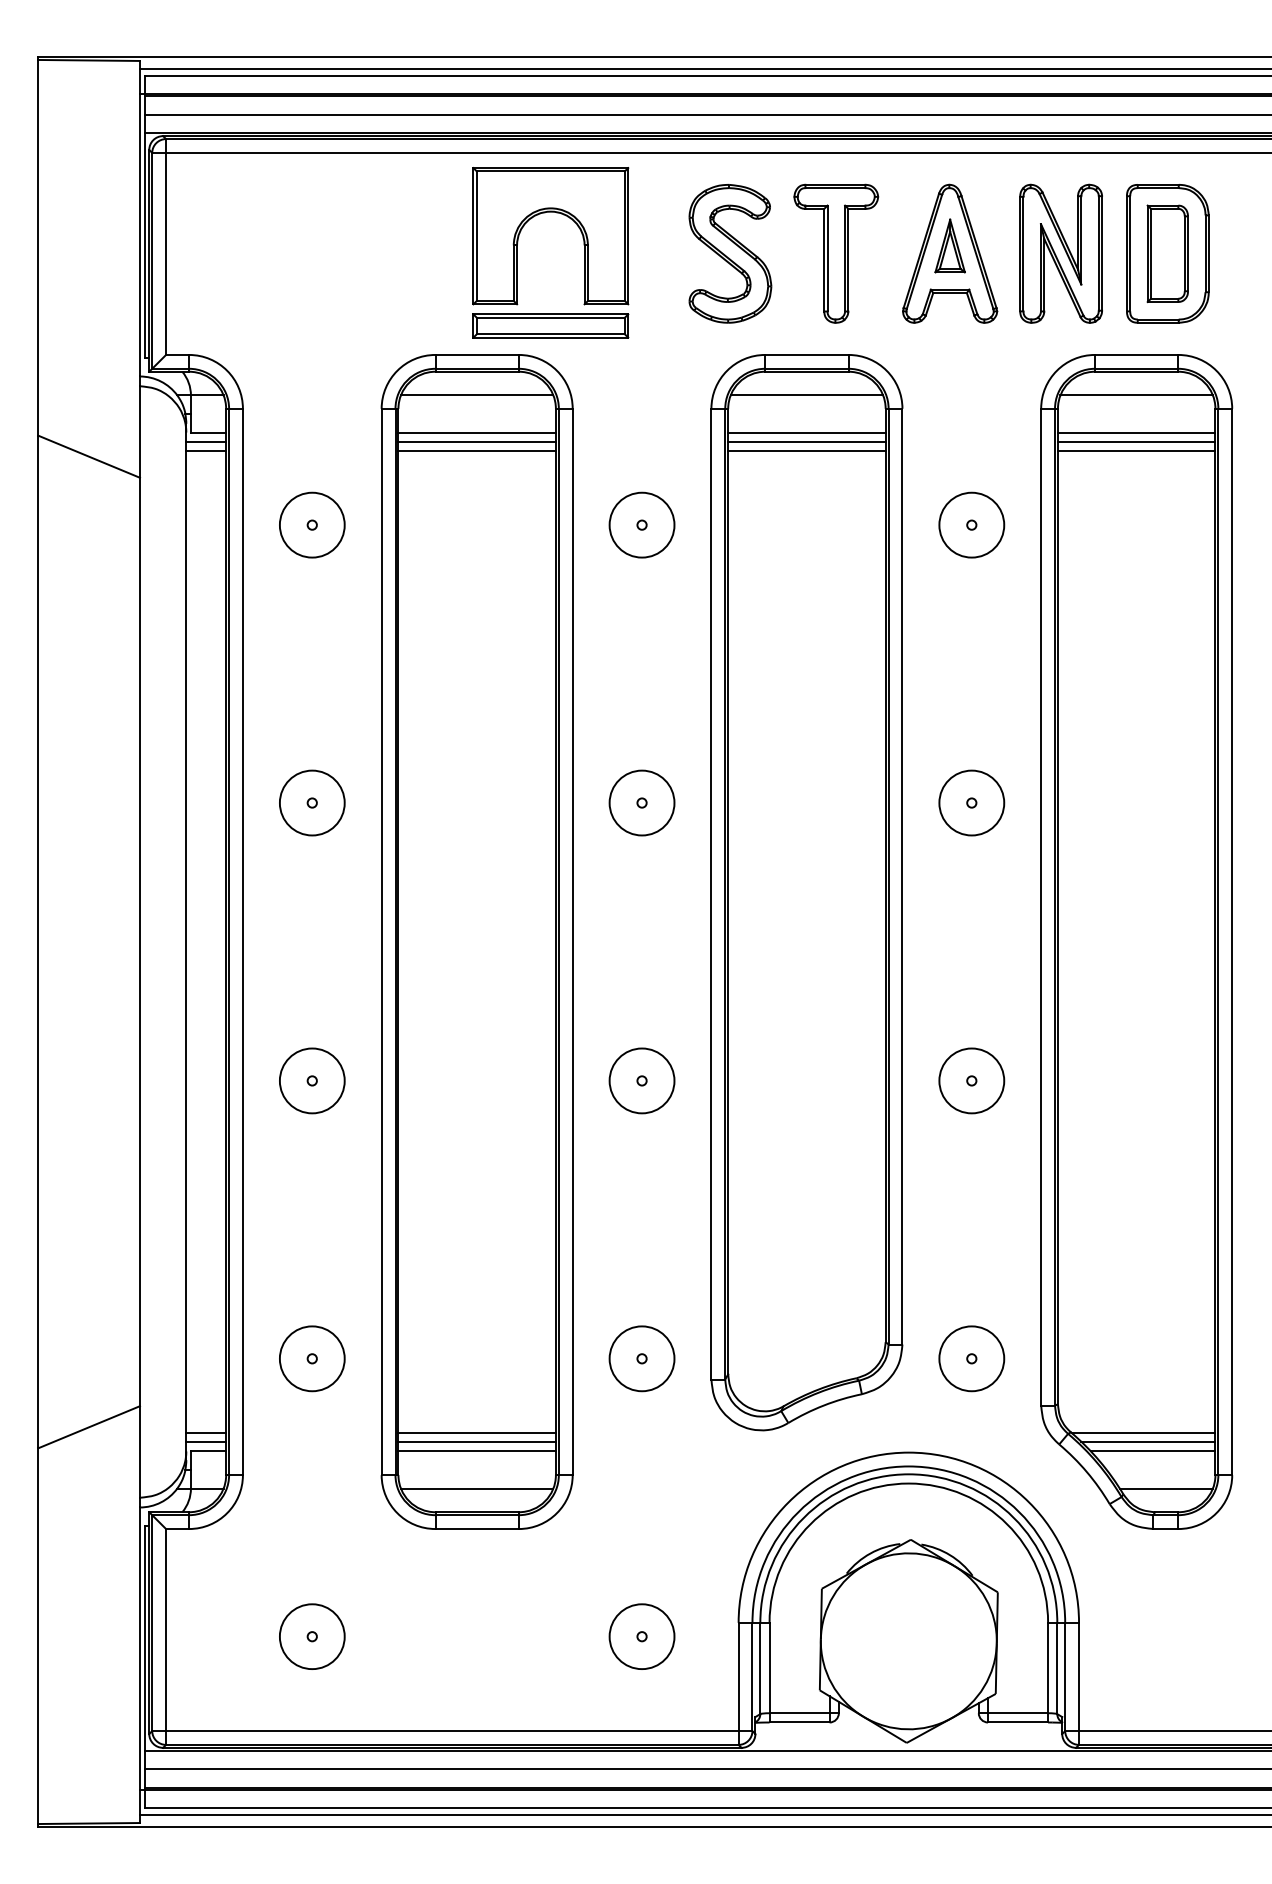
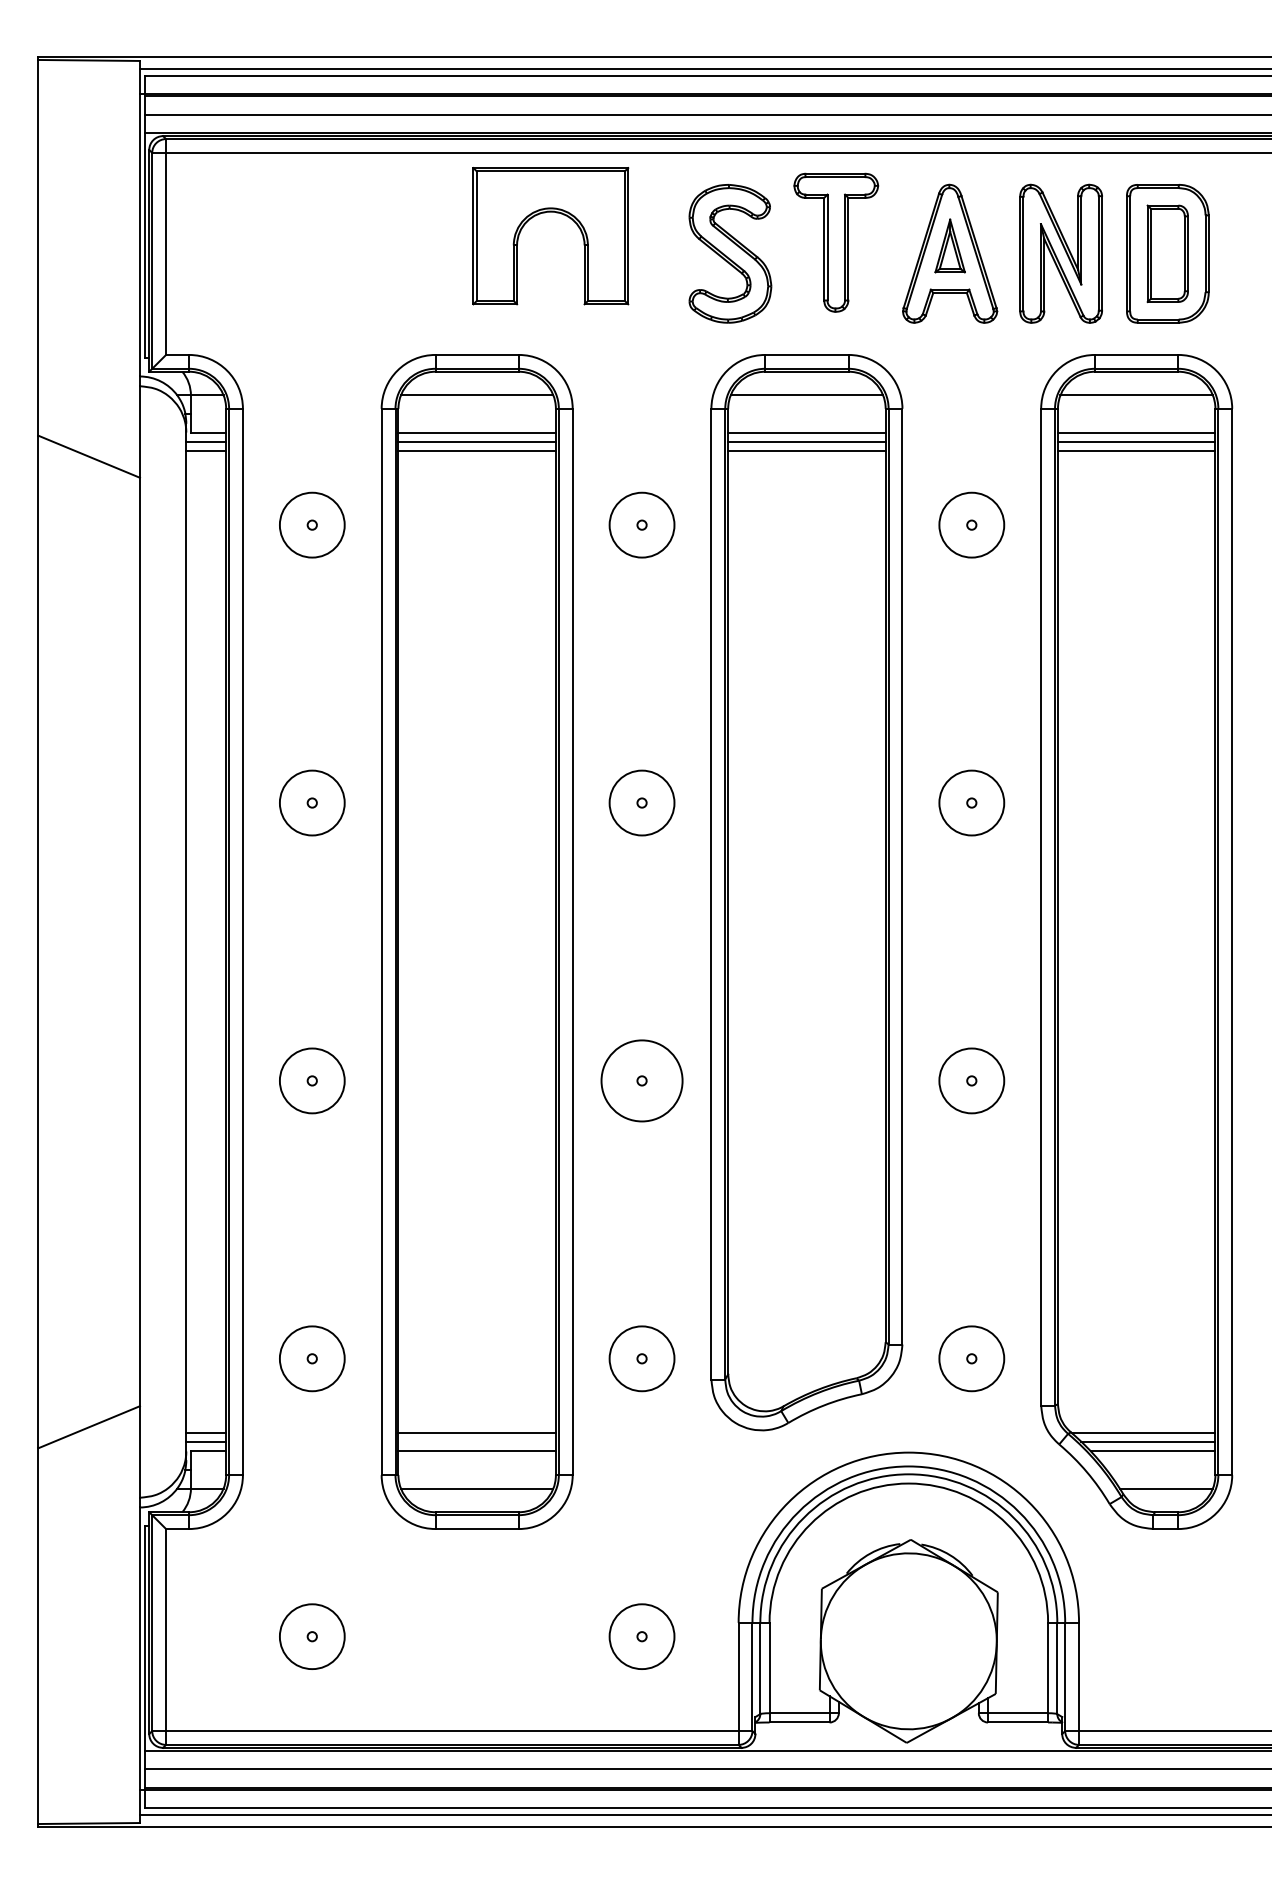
part at (836, 253) position: (836, 253) -> (836, 242)
part at (550, 325): present -> none
circle at (641, 1080) diameter: 65 px -> 81 px
line at (476, 1441): present -> none
